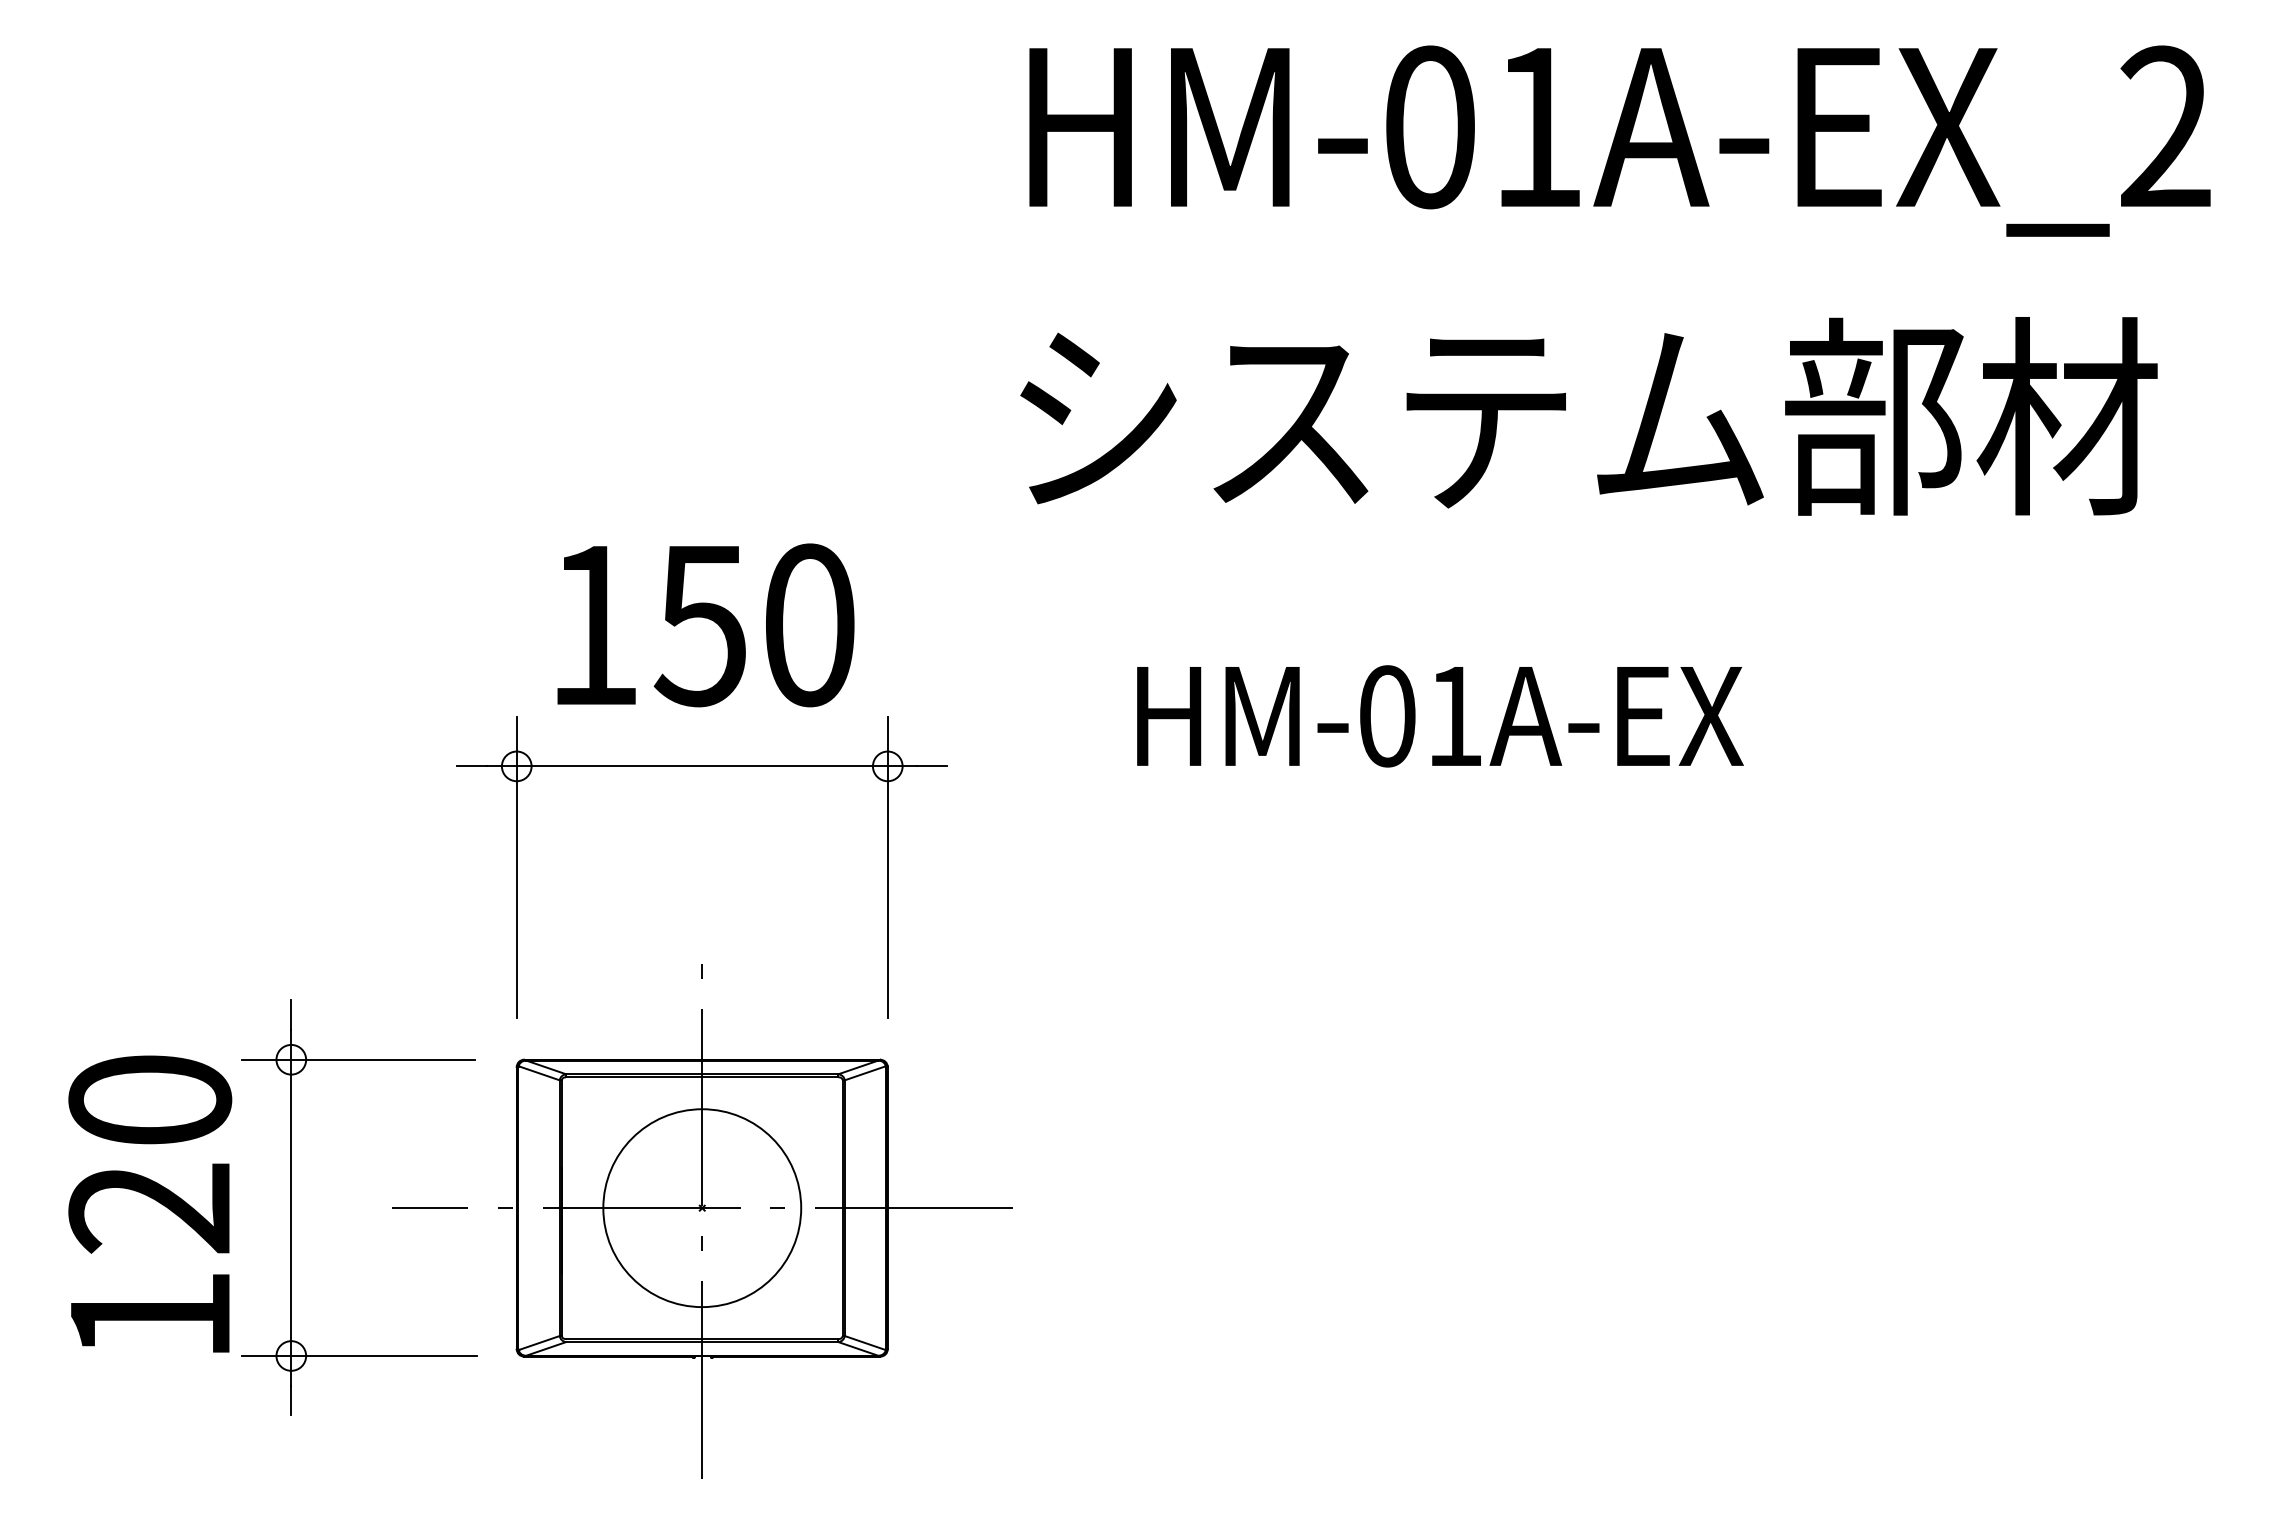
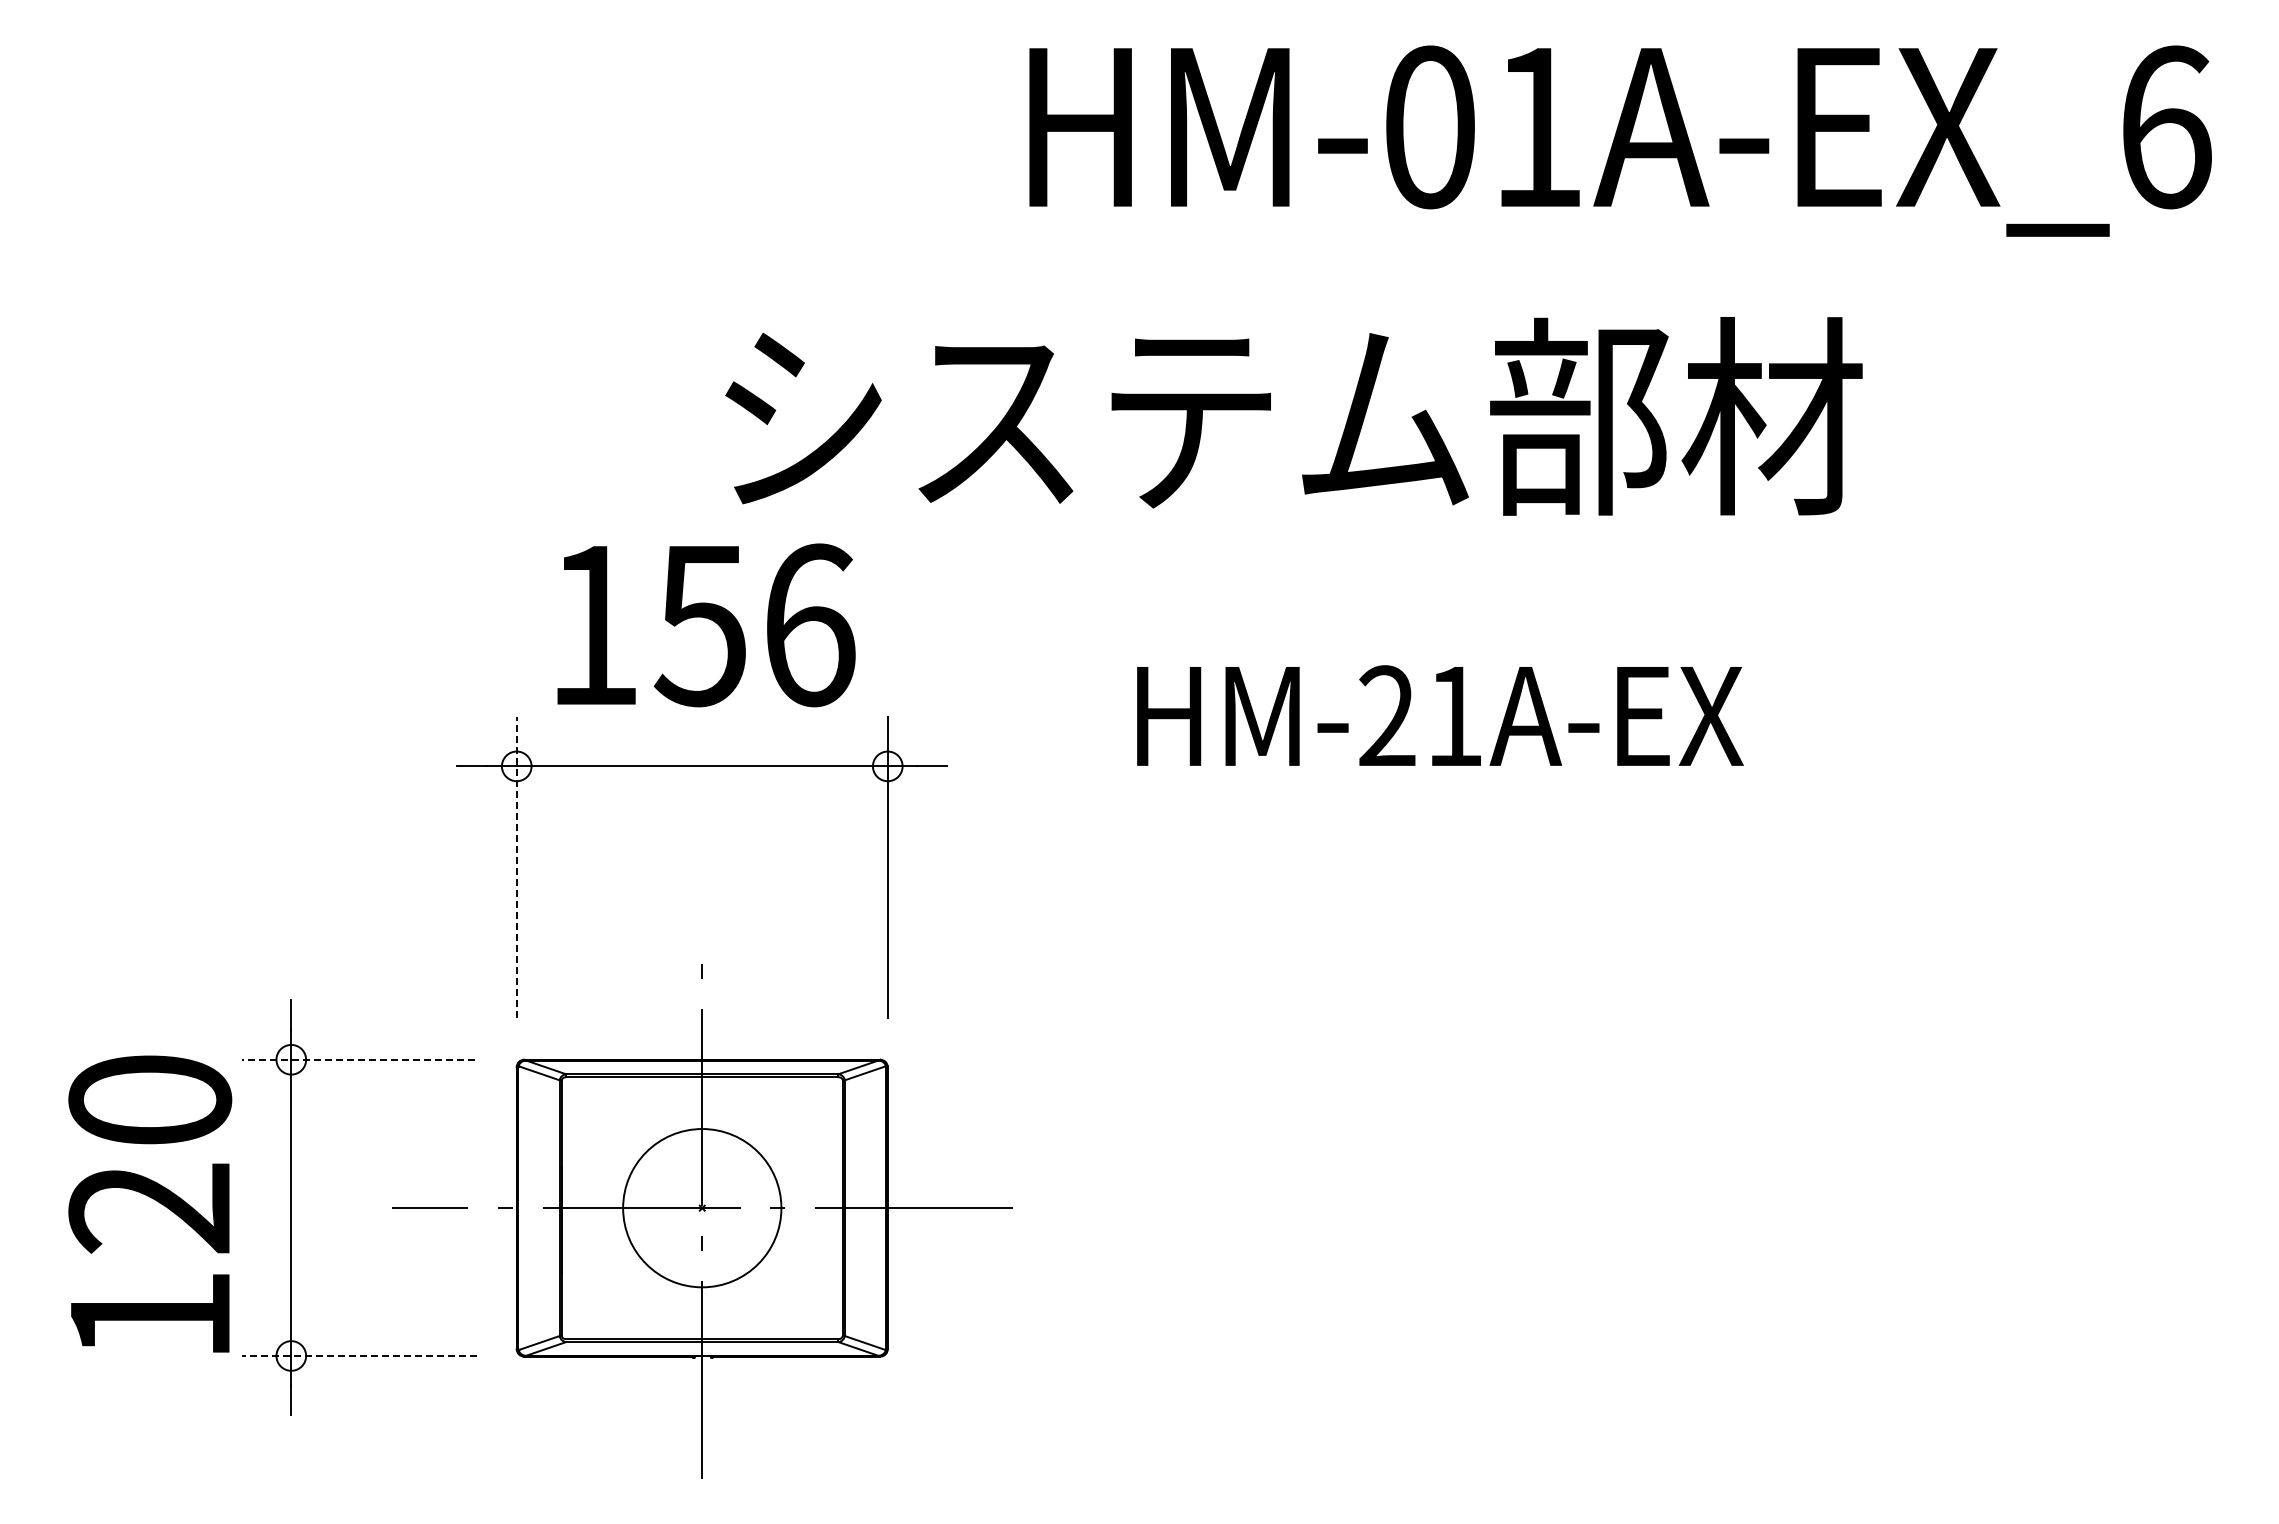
text at (2165, 127): HM-01A-EX_2 -> HM-01A-EX_6
text at (1588, 416) position: (1588, 416) -> (1293, 416)
text at (810, 625): 150 -> 156
text at (1387, 716): HM-01A-EX -> HM-21A-EX
line at (516, 866): solid -> dashed
line at (357, 1059): solid -> dashed
circle at (702, 1208) diameter: 198 px -> 158 px
line at (358, 1355): solid -> dashed
